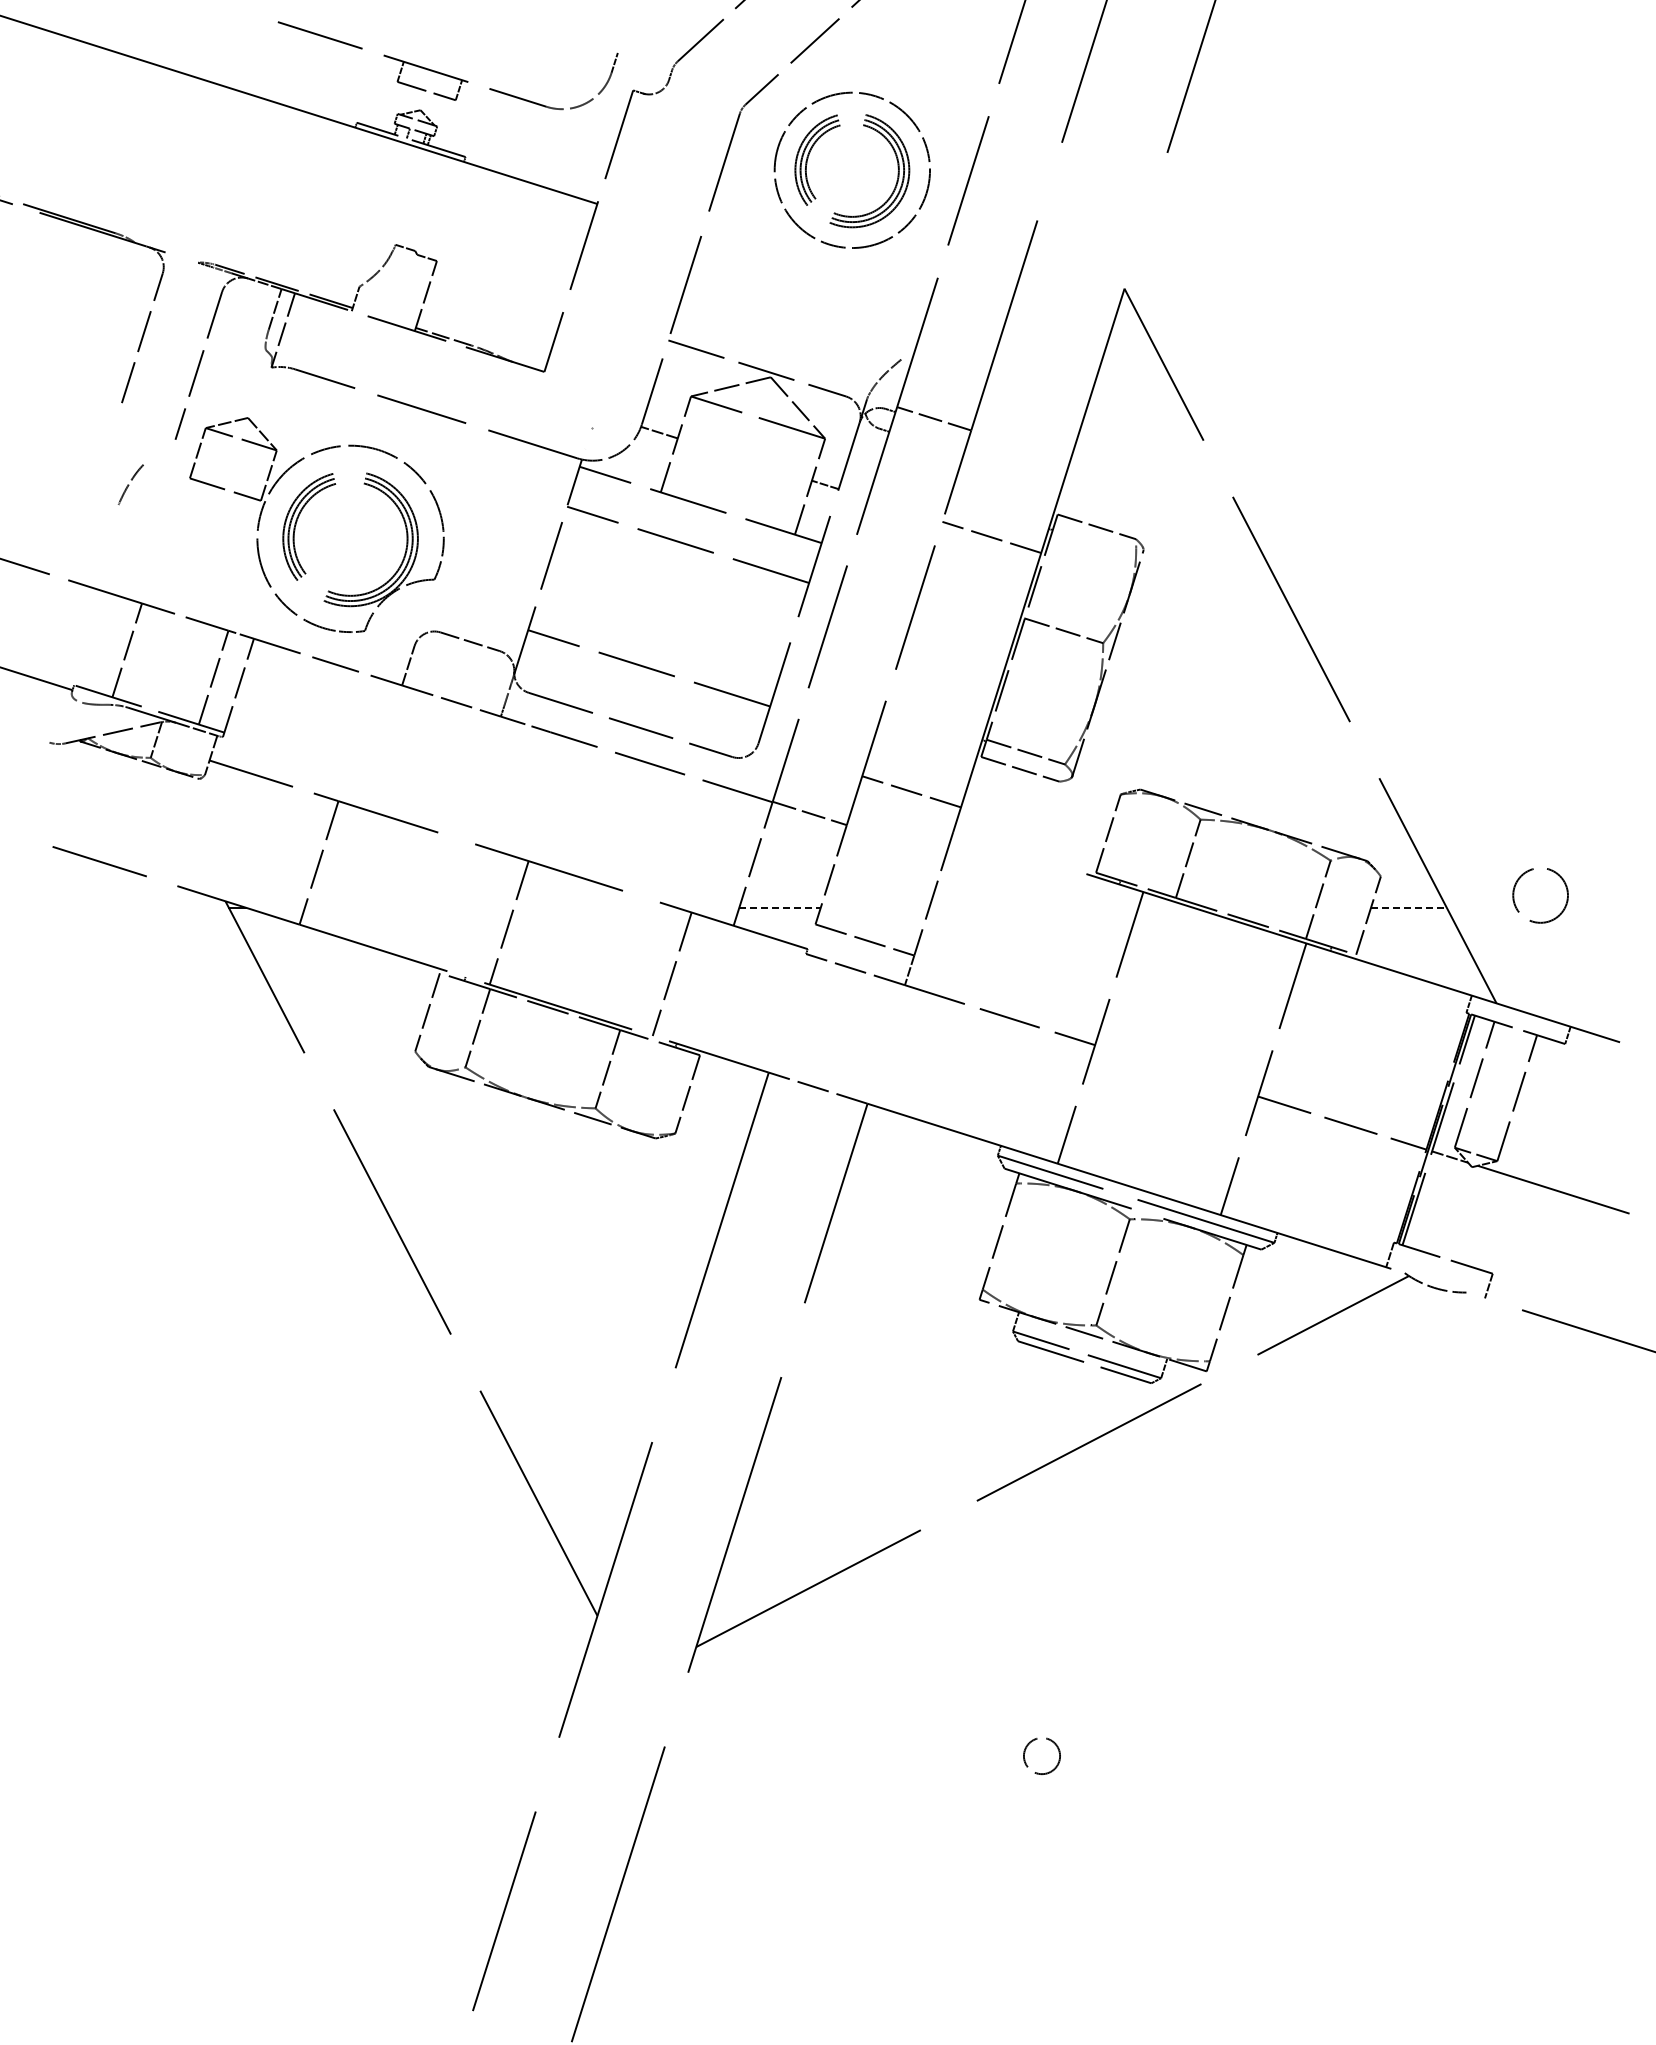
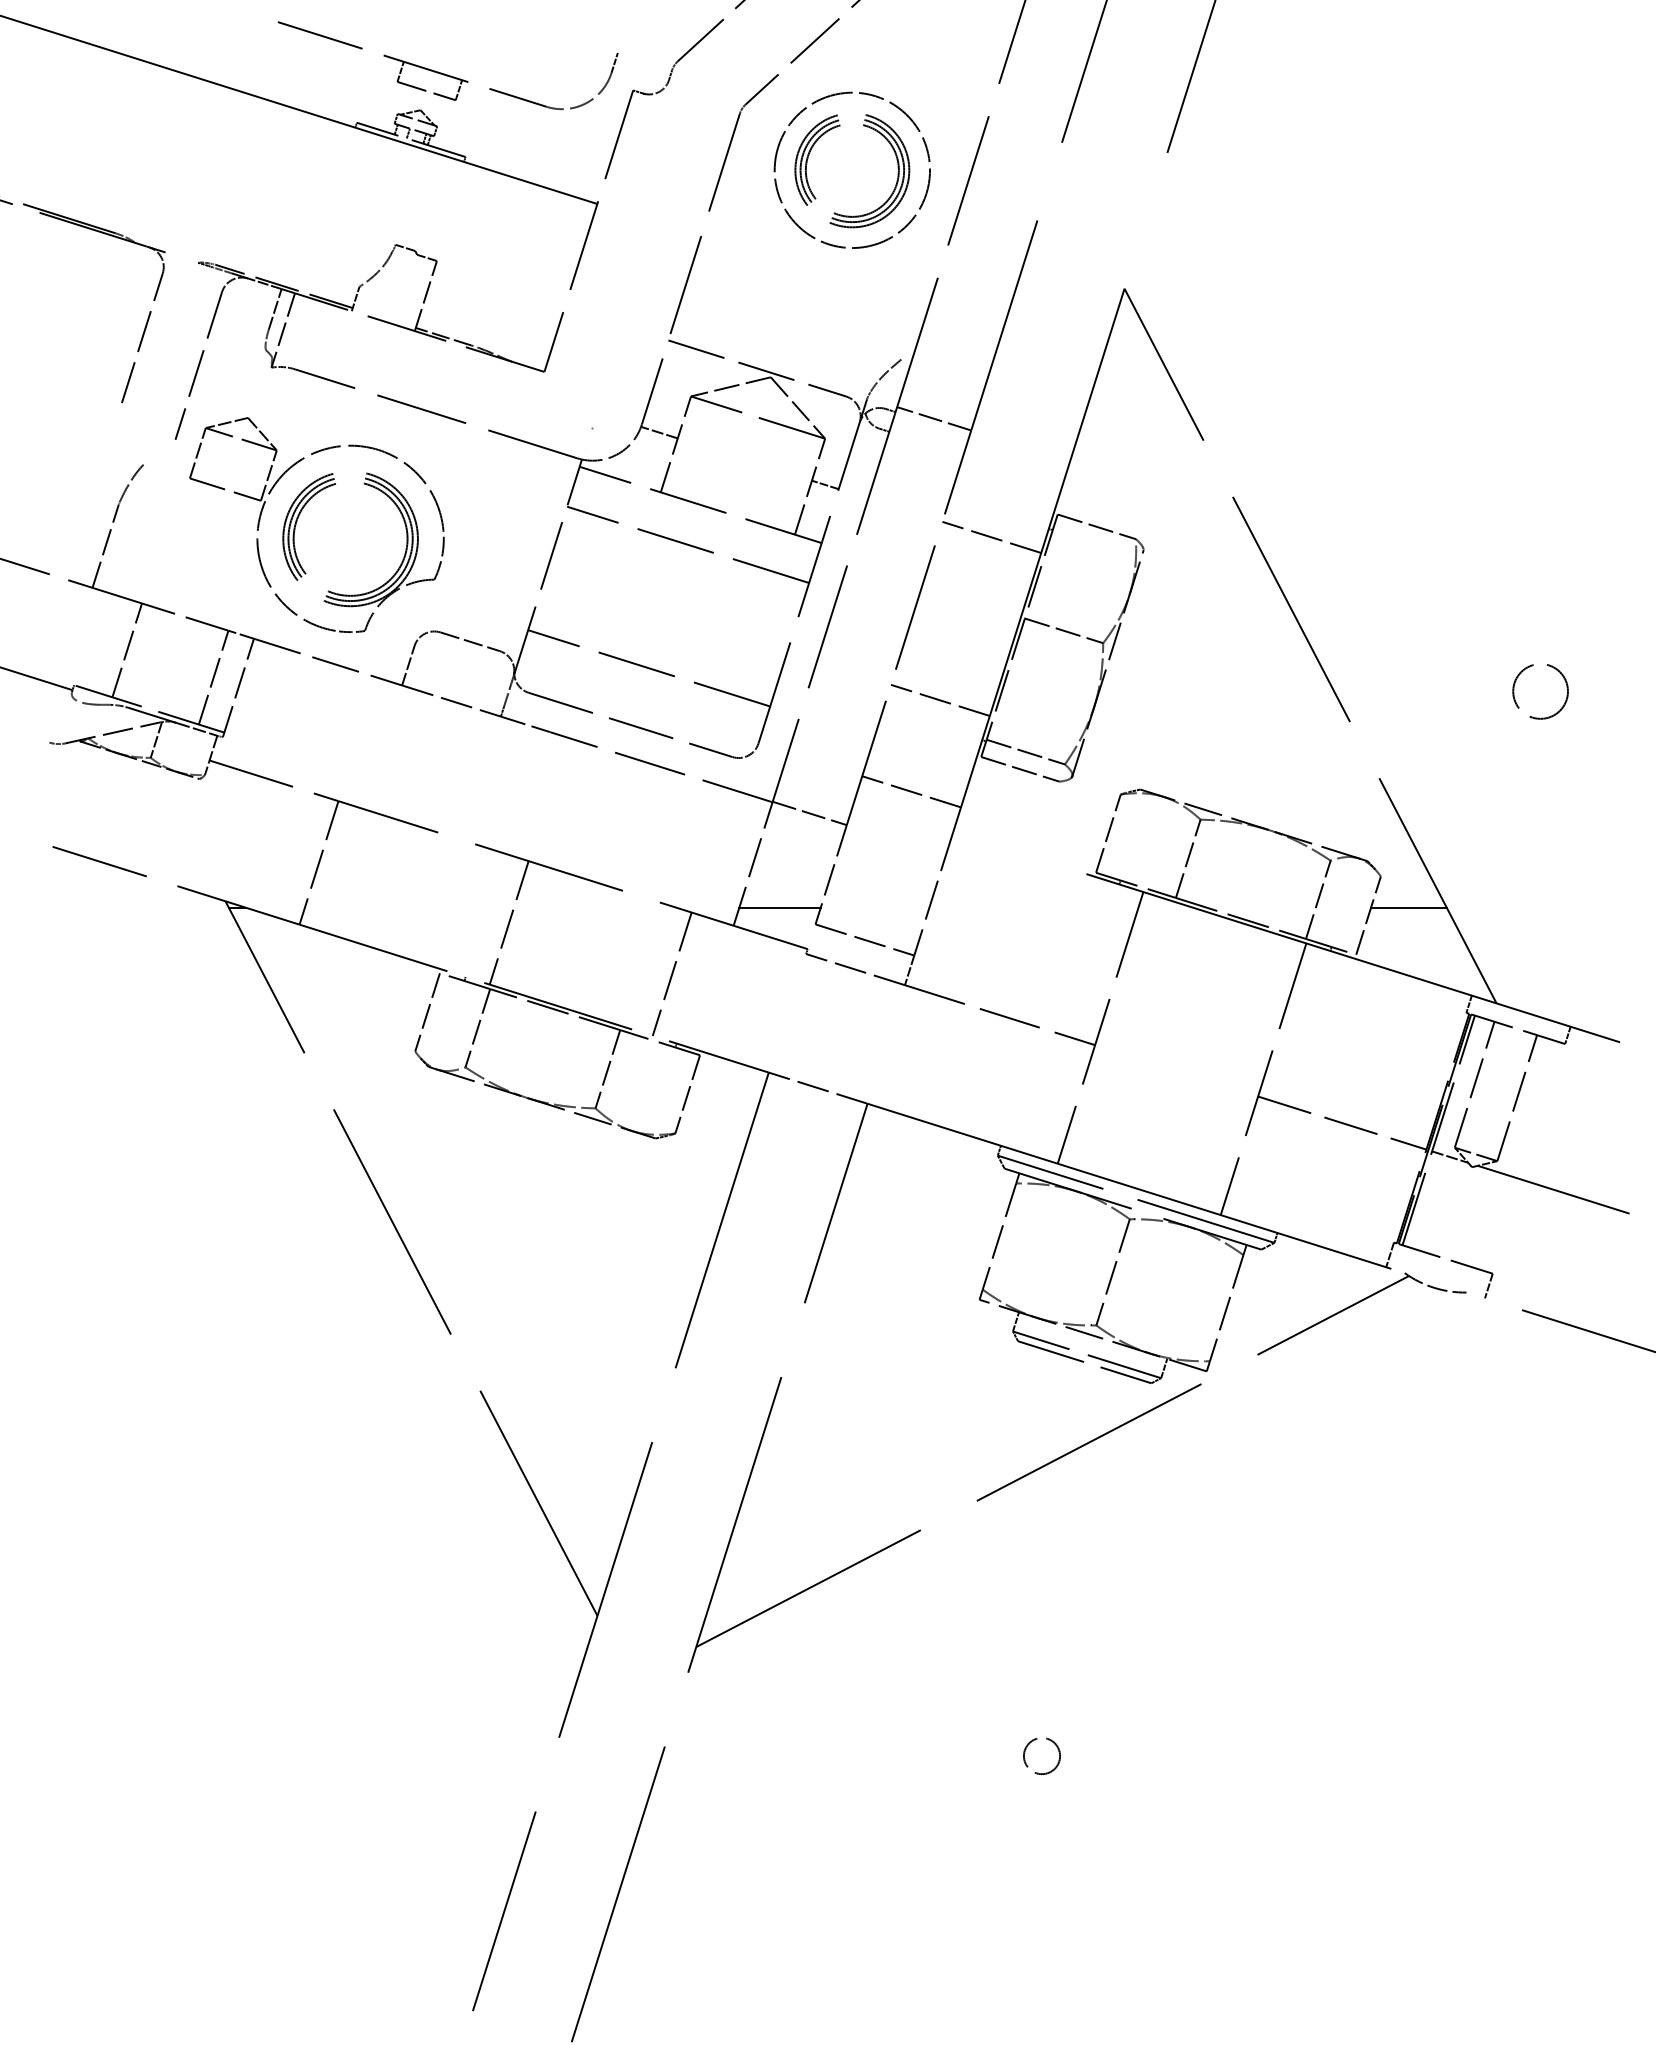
line at (105, 546): none -> present
line at (940, 700): none -> present
circle at (1540, 895) position: (1540, 895) -> (1540, 691)
line at (780, 907): dashed -> solid
line at (1408, 907): dashed -> solid
